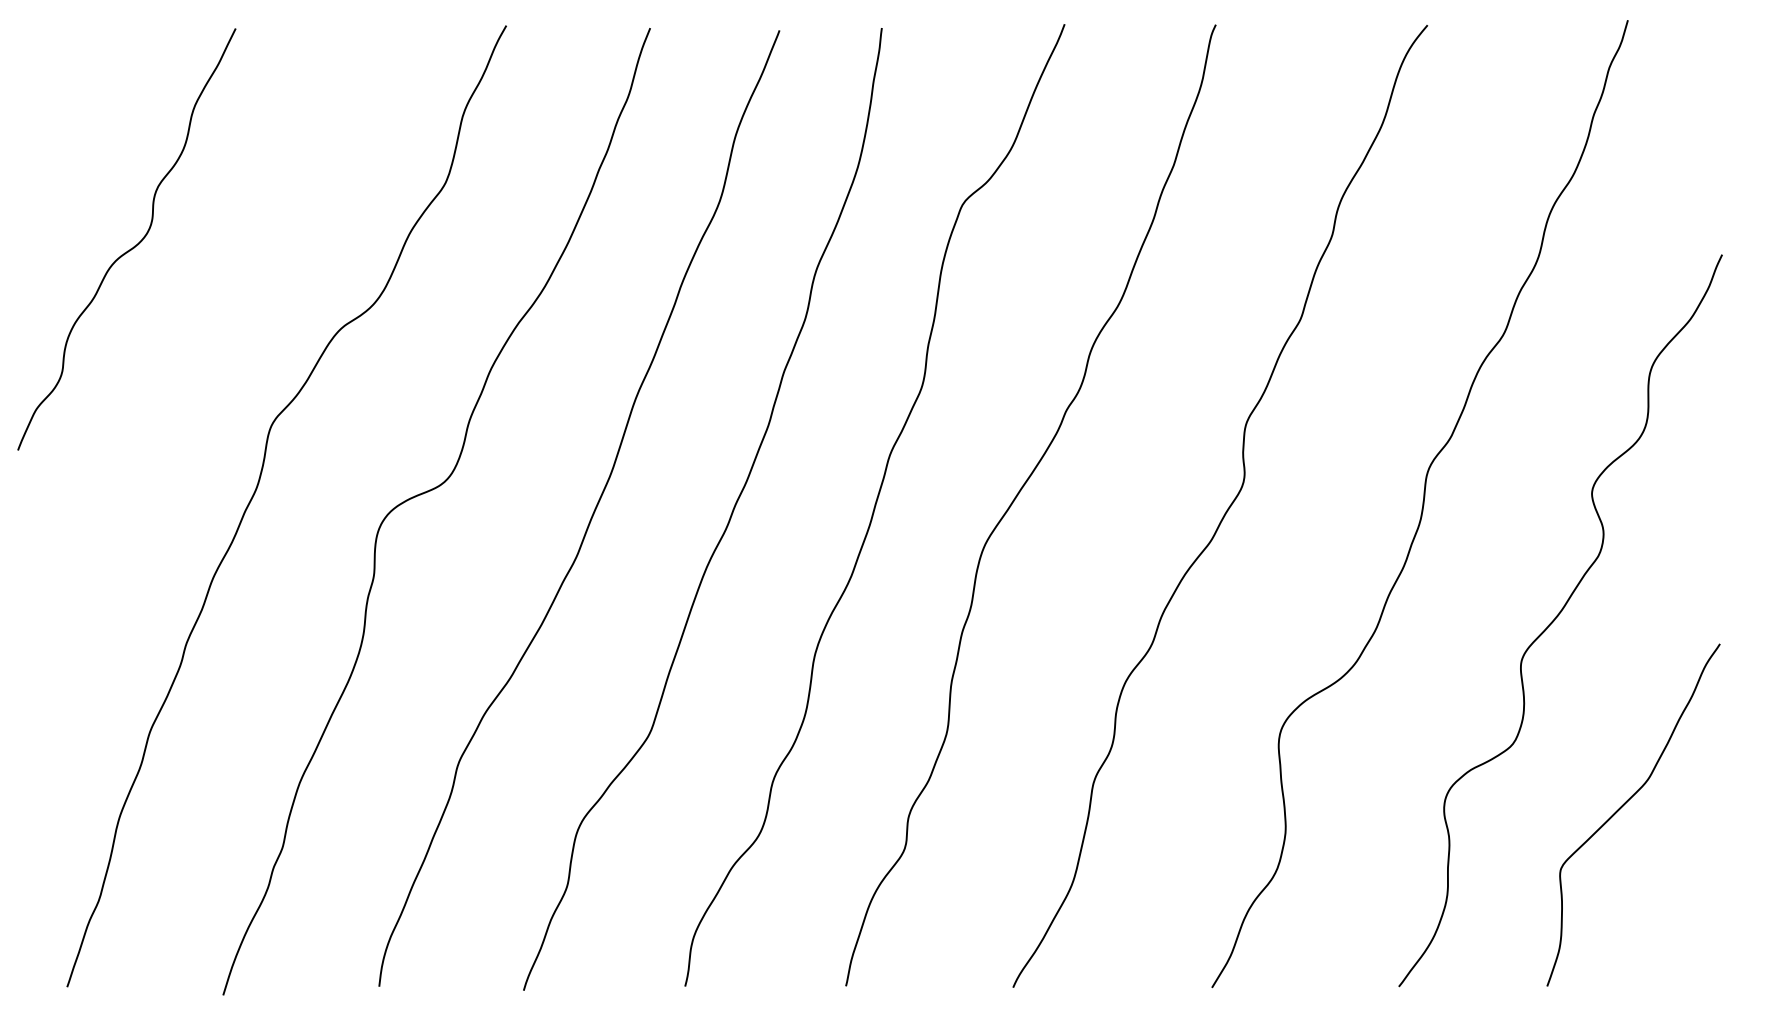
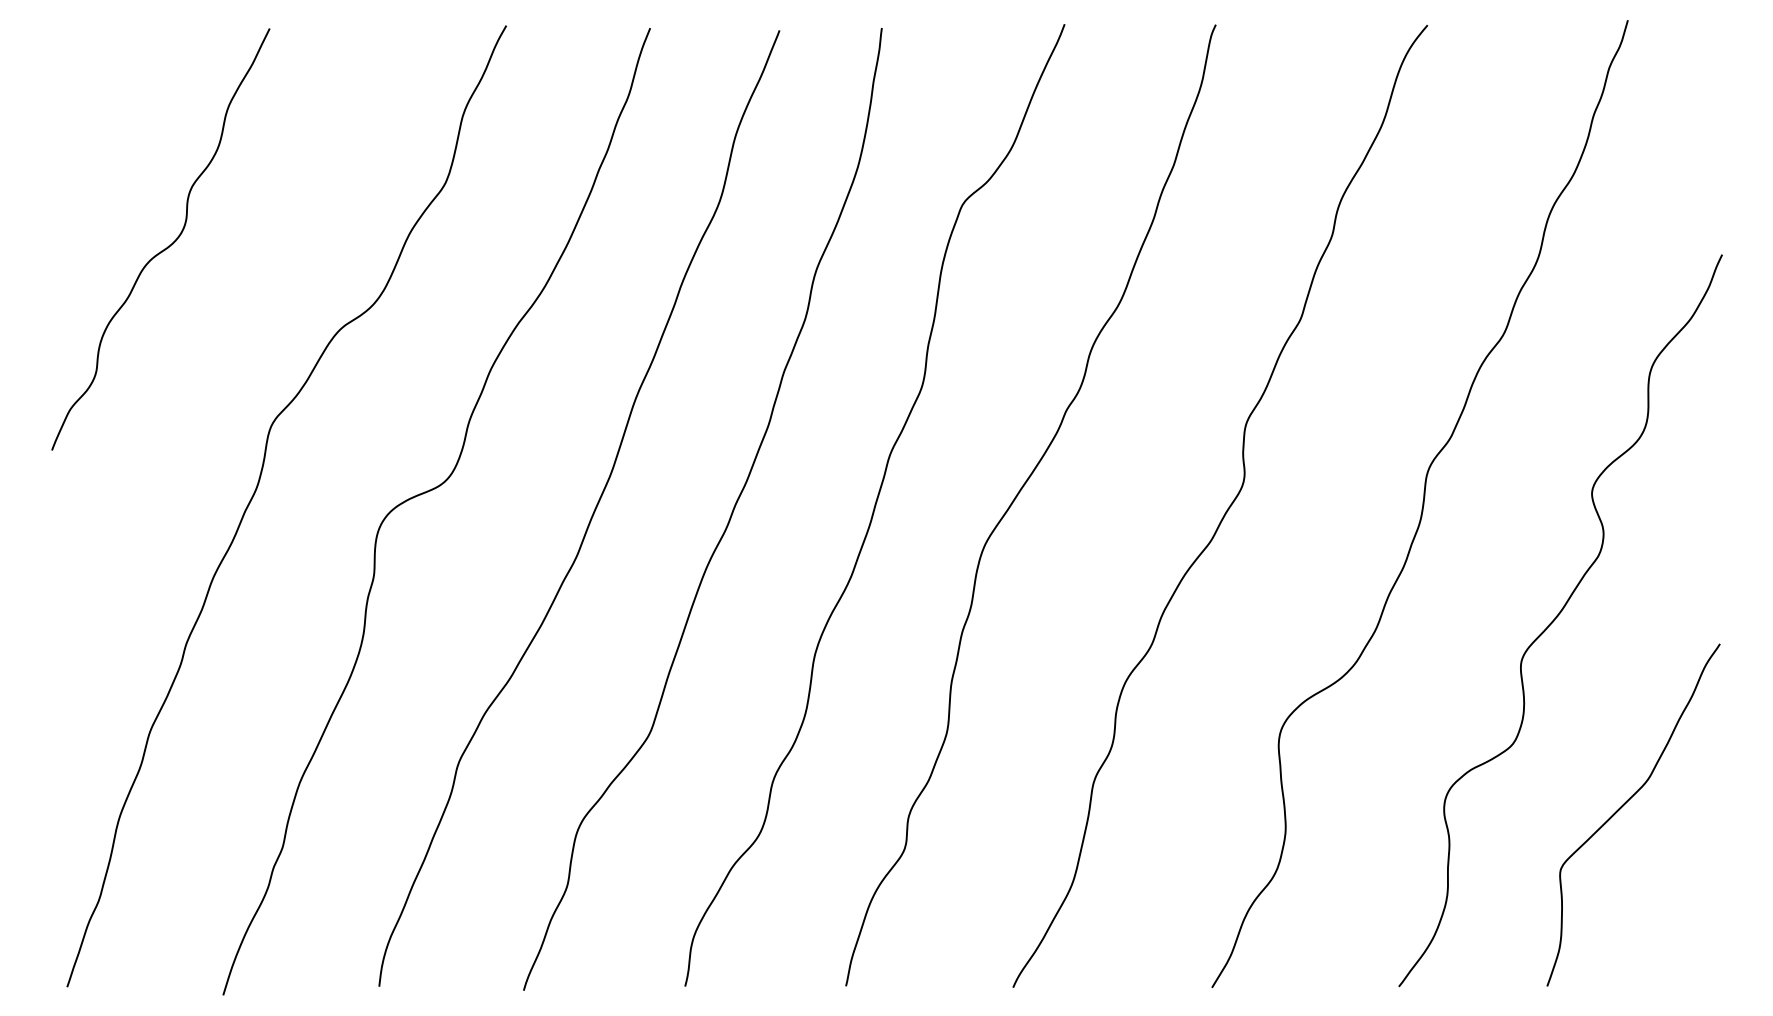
curve at (130, 248) position: (130, 248) -> (164, 248)
